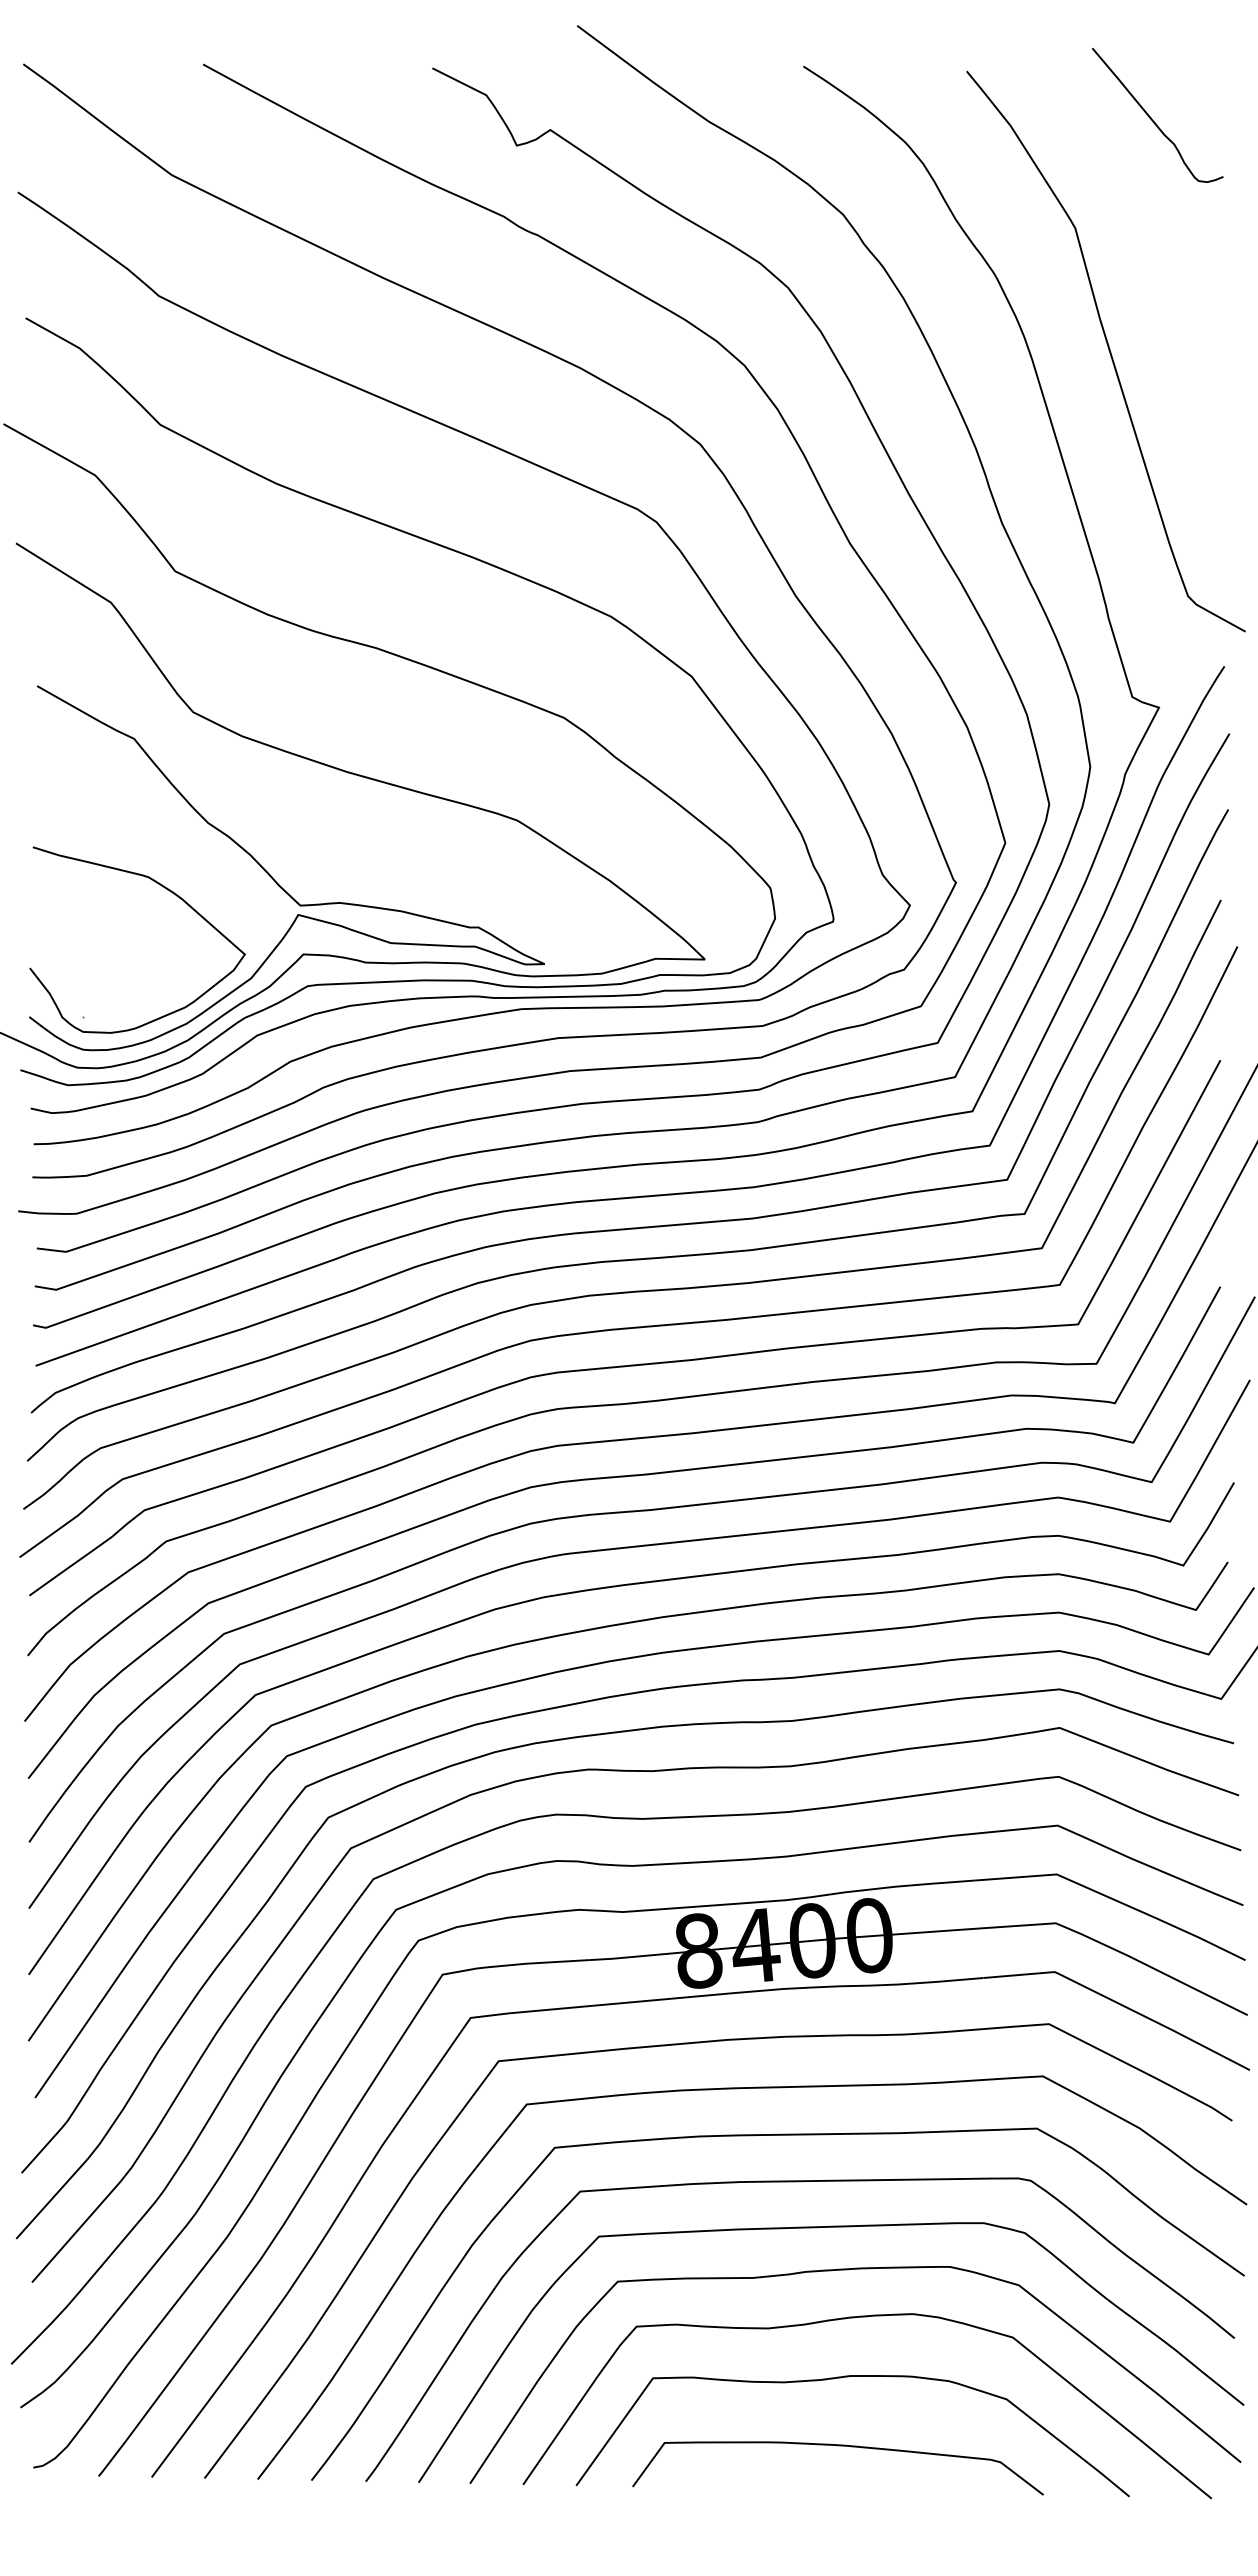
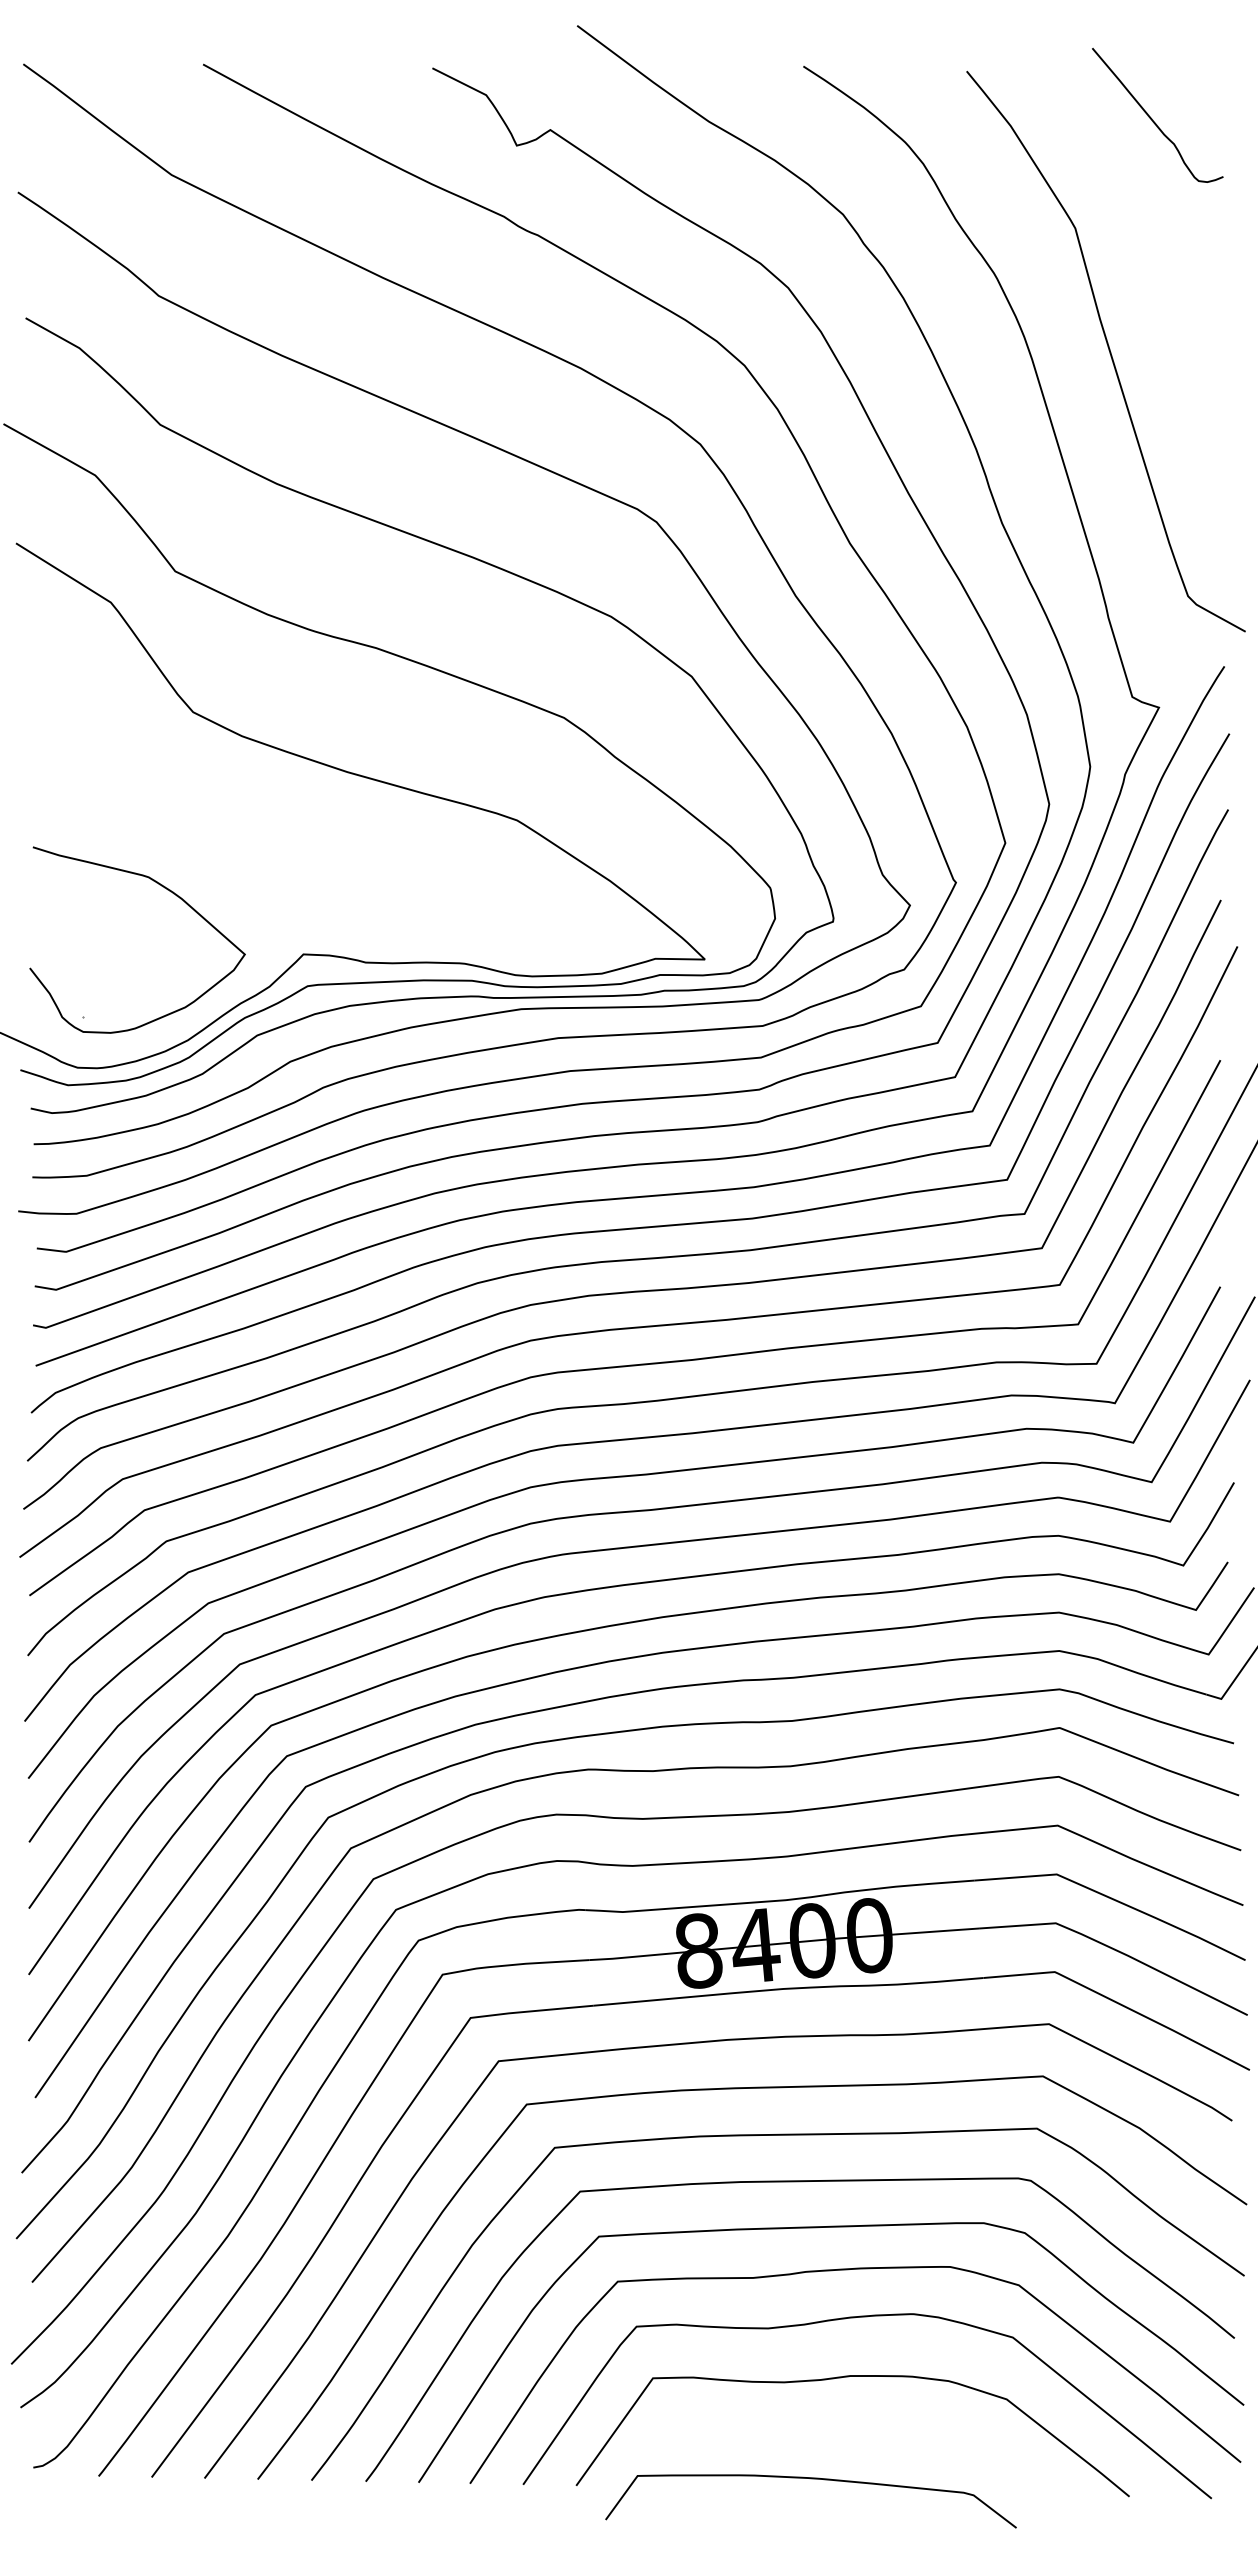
curve at (274, 878): present -> none
curve at (837, 2446) position: (837, 2446) -> (810, 2479)
